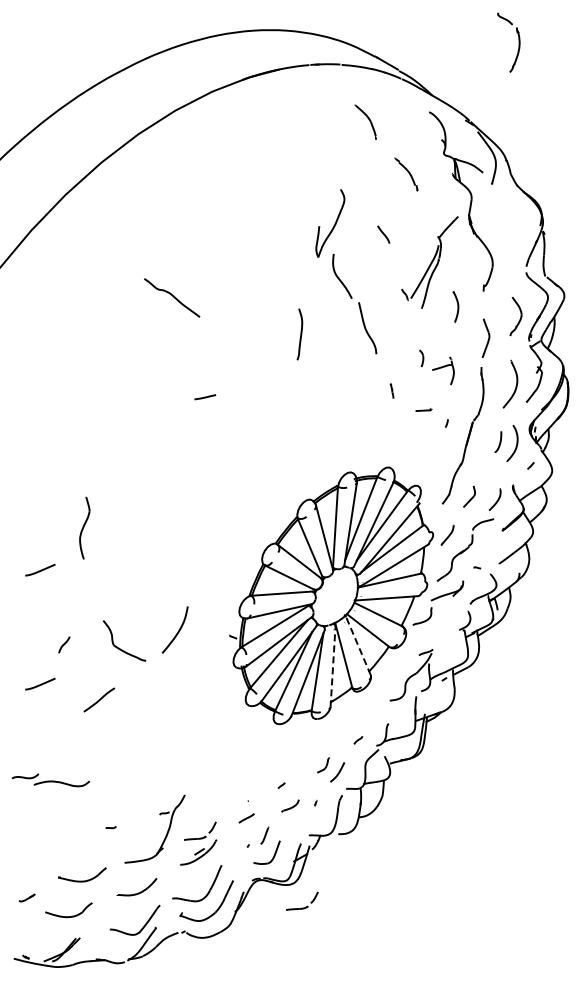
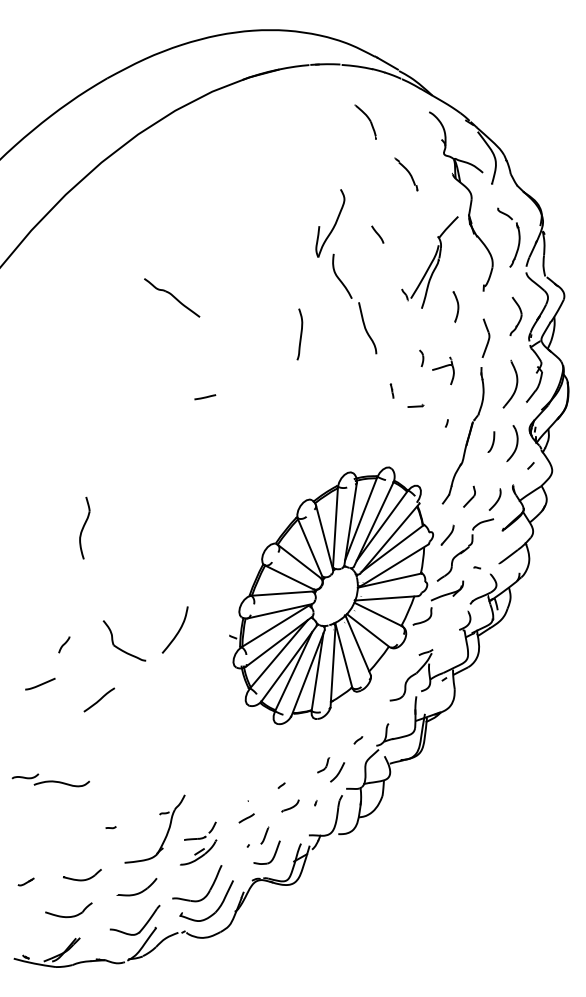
part at (518, 42) position: (518, 42) -> (518, 237)
line at (383, 234) position: (383, 234) -> (377, 234)
part at (423, 409) position: (423, 409) -> (415, 405)
curve at (499, 441) position: (499, 441) -> (492, 441)
curve at (41, 569): present -> none
line at (358, 645): dashed -> solid
line at (333, 667): dashed -> solid
part at (82, 874) size: 49x16 px -> 39x13 px
part at (26, 897) position: (26, 897) -> (25, 881)
part at (305, 906): present -> none
